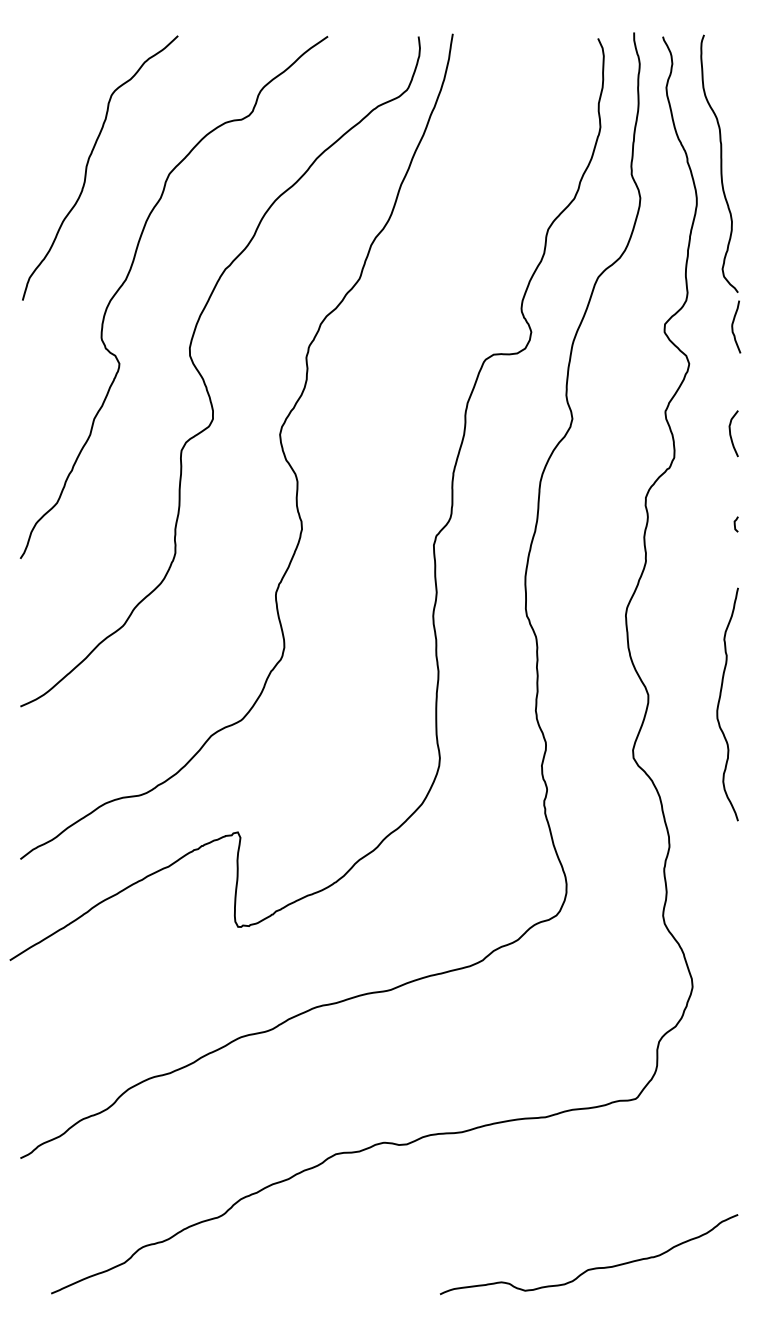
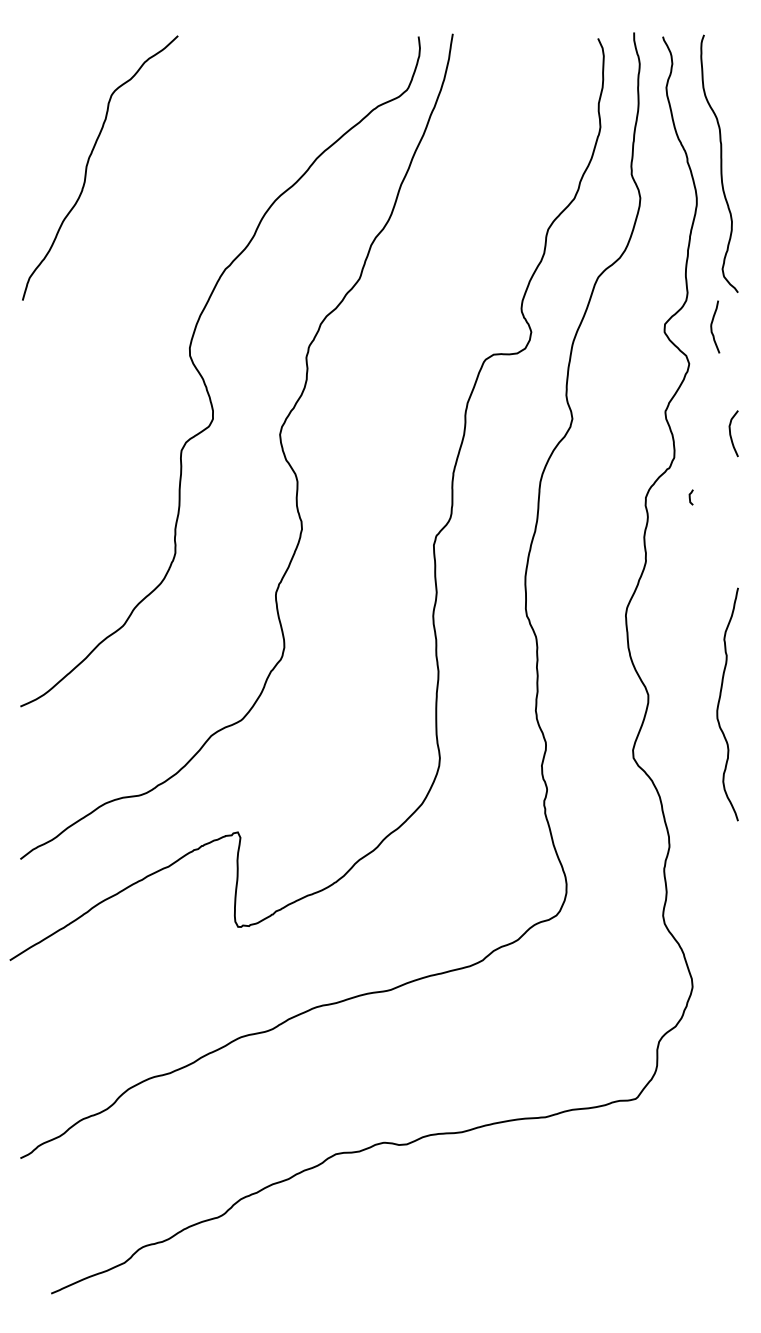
curve at (129, 274): present -> none
curve at (733, 326) position: (733, 326) -> (712, 326)
curve at (735, 524) position: (735, 524) -> (690, 497)
curve at (589, 1268): present -> none
